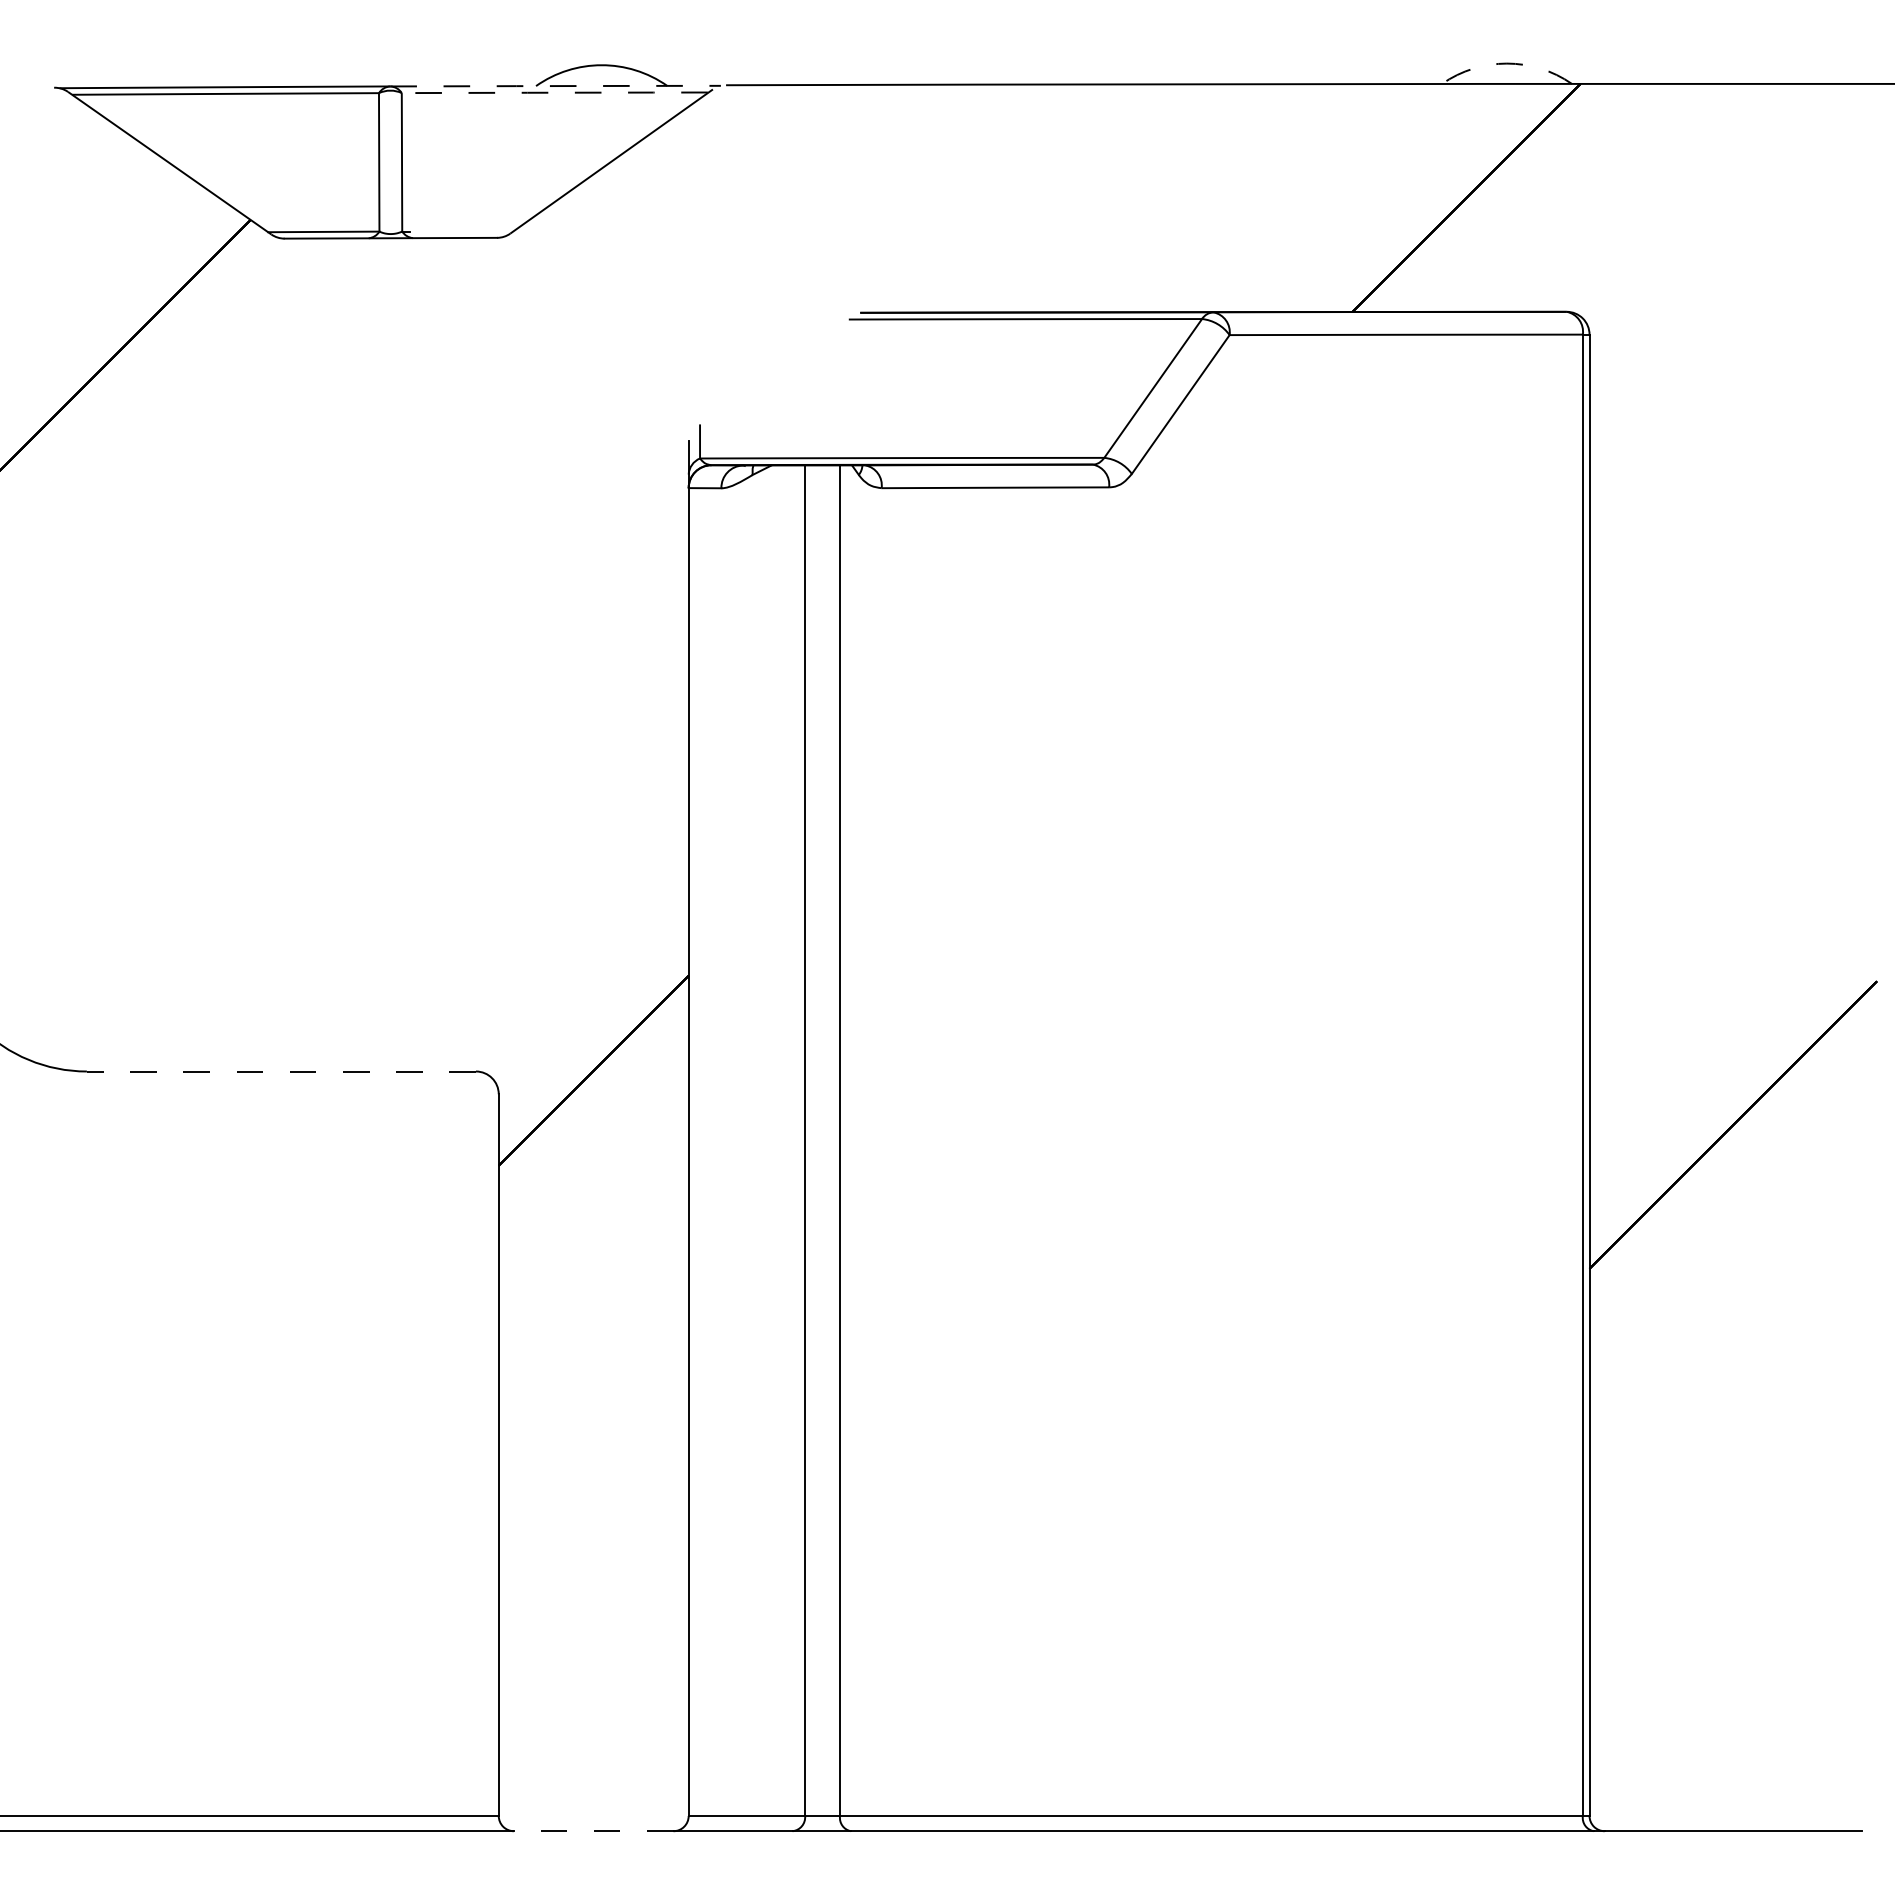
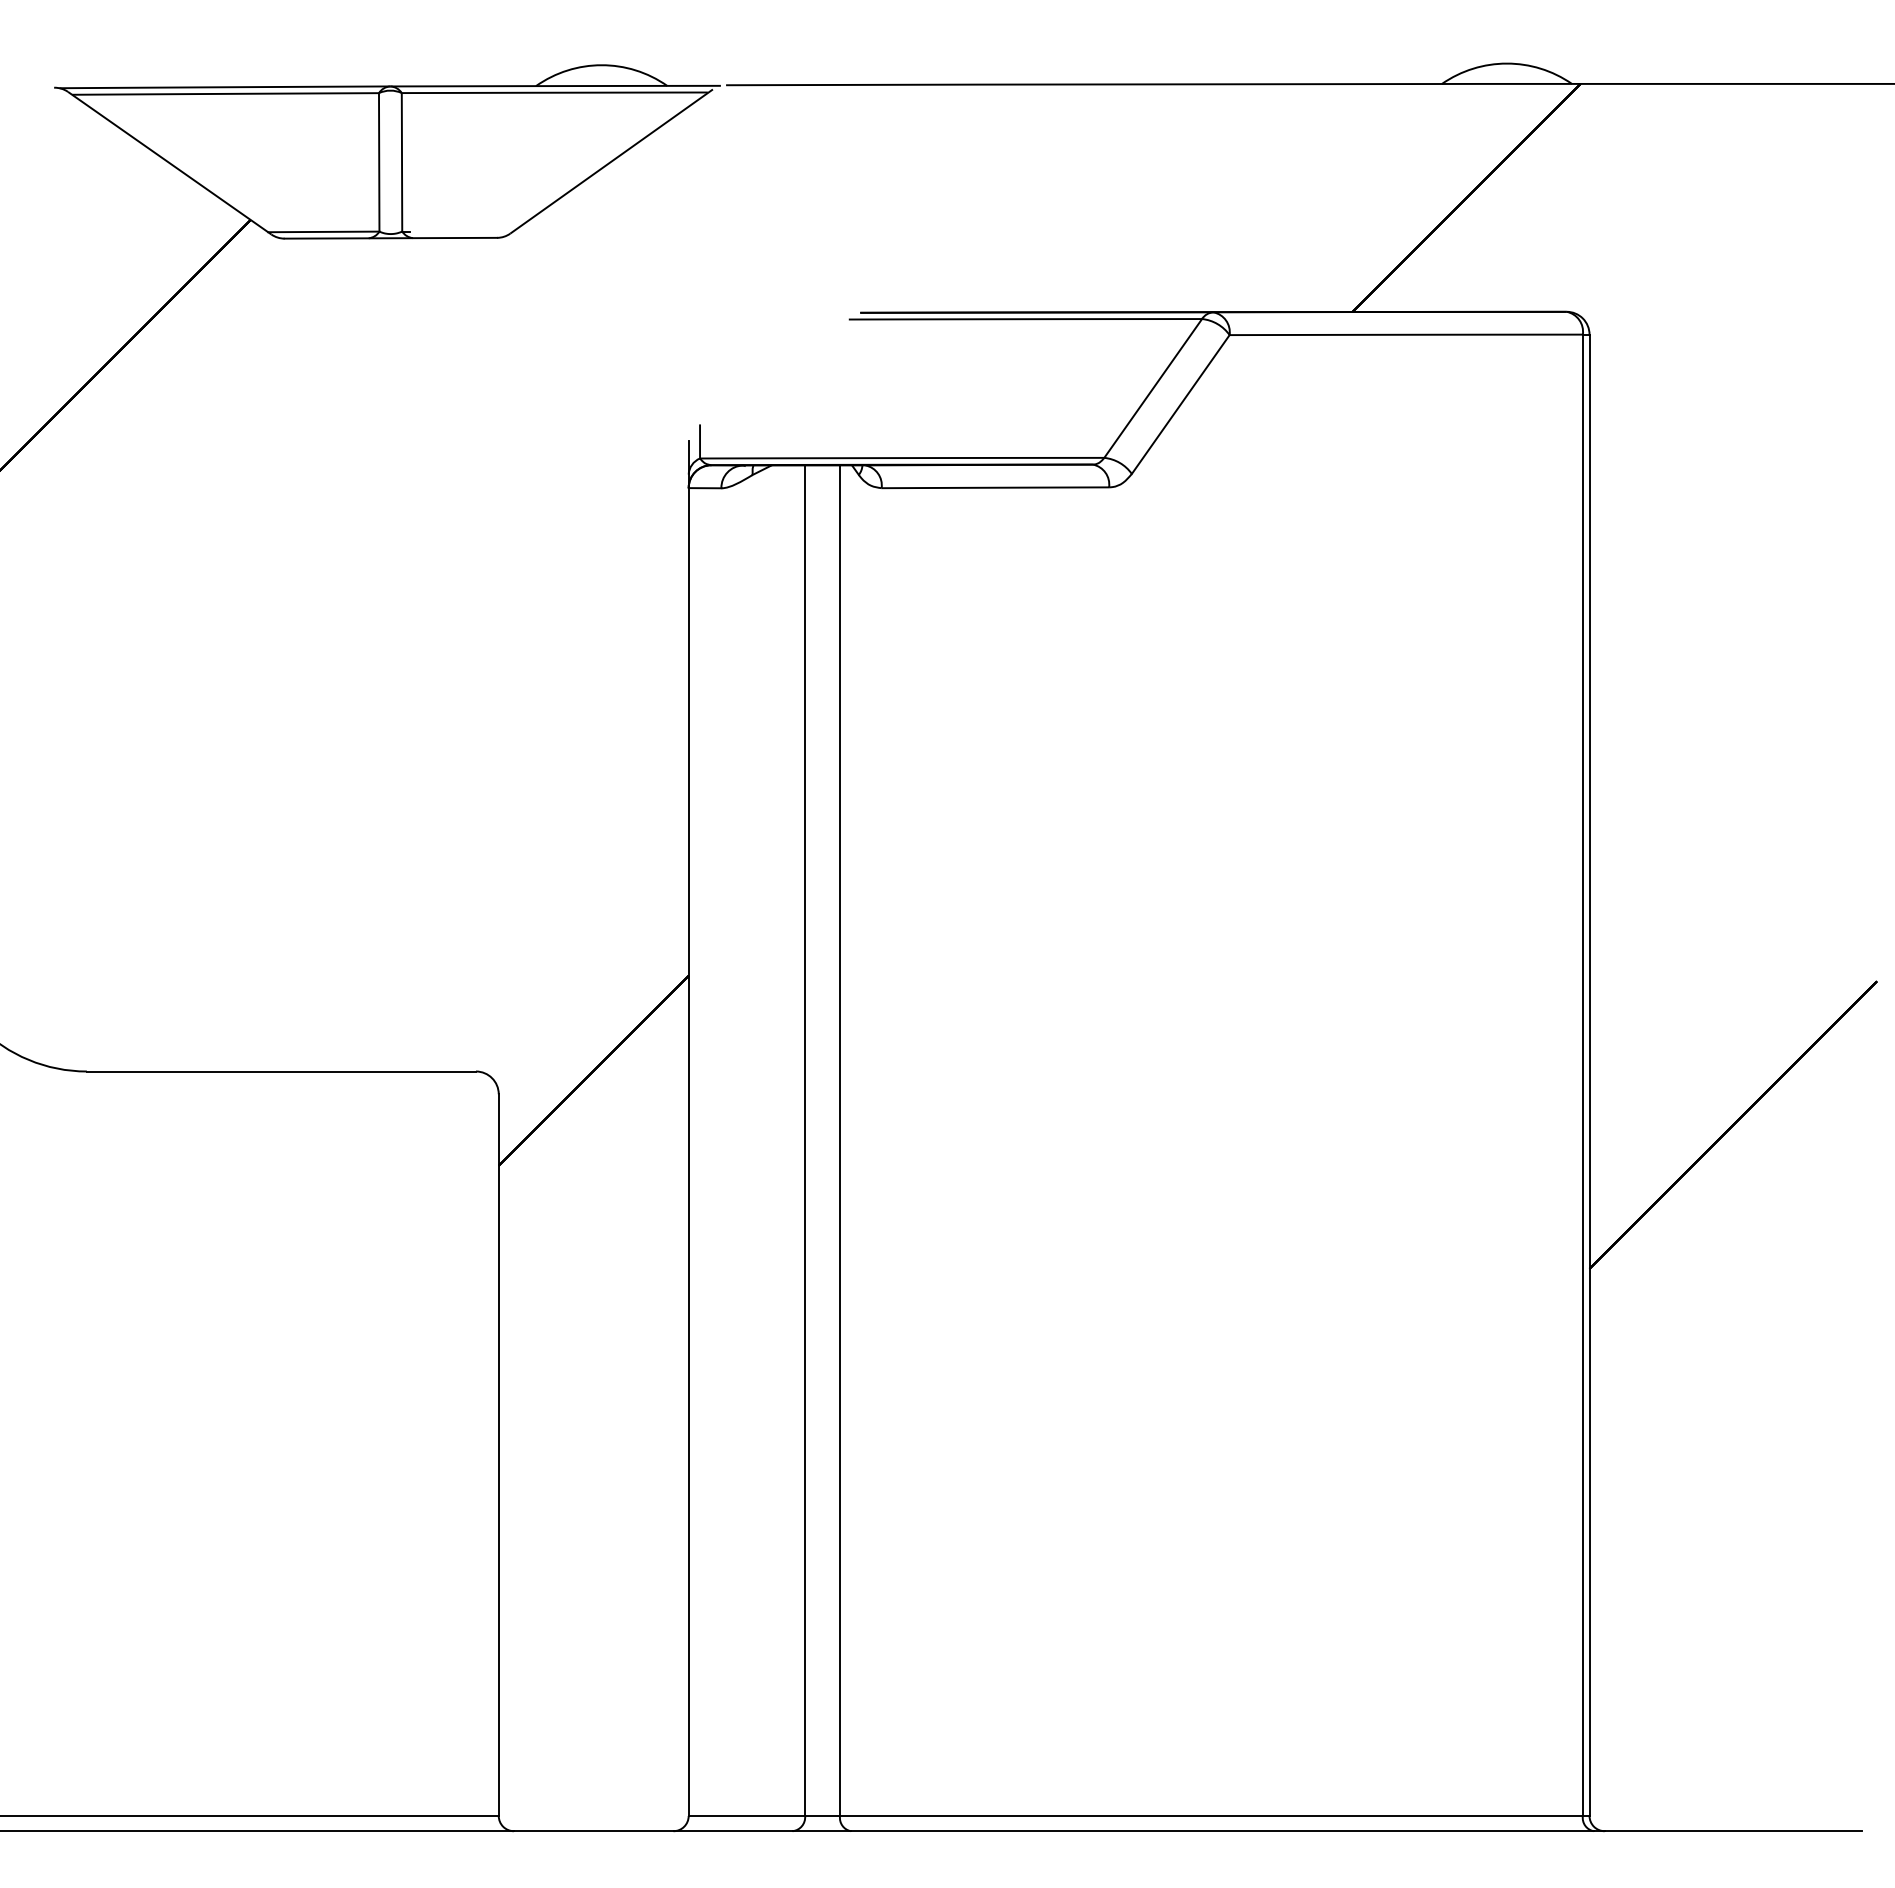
arc at (1506, 63): dashed -> solid
line at (556, 86): dashed -> solid
line at (554, 92): dashed -> solid
line at (281, 1071): dashed -> solid
line at (593, 1831): dashed -> solid
